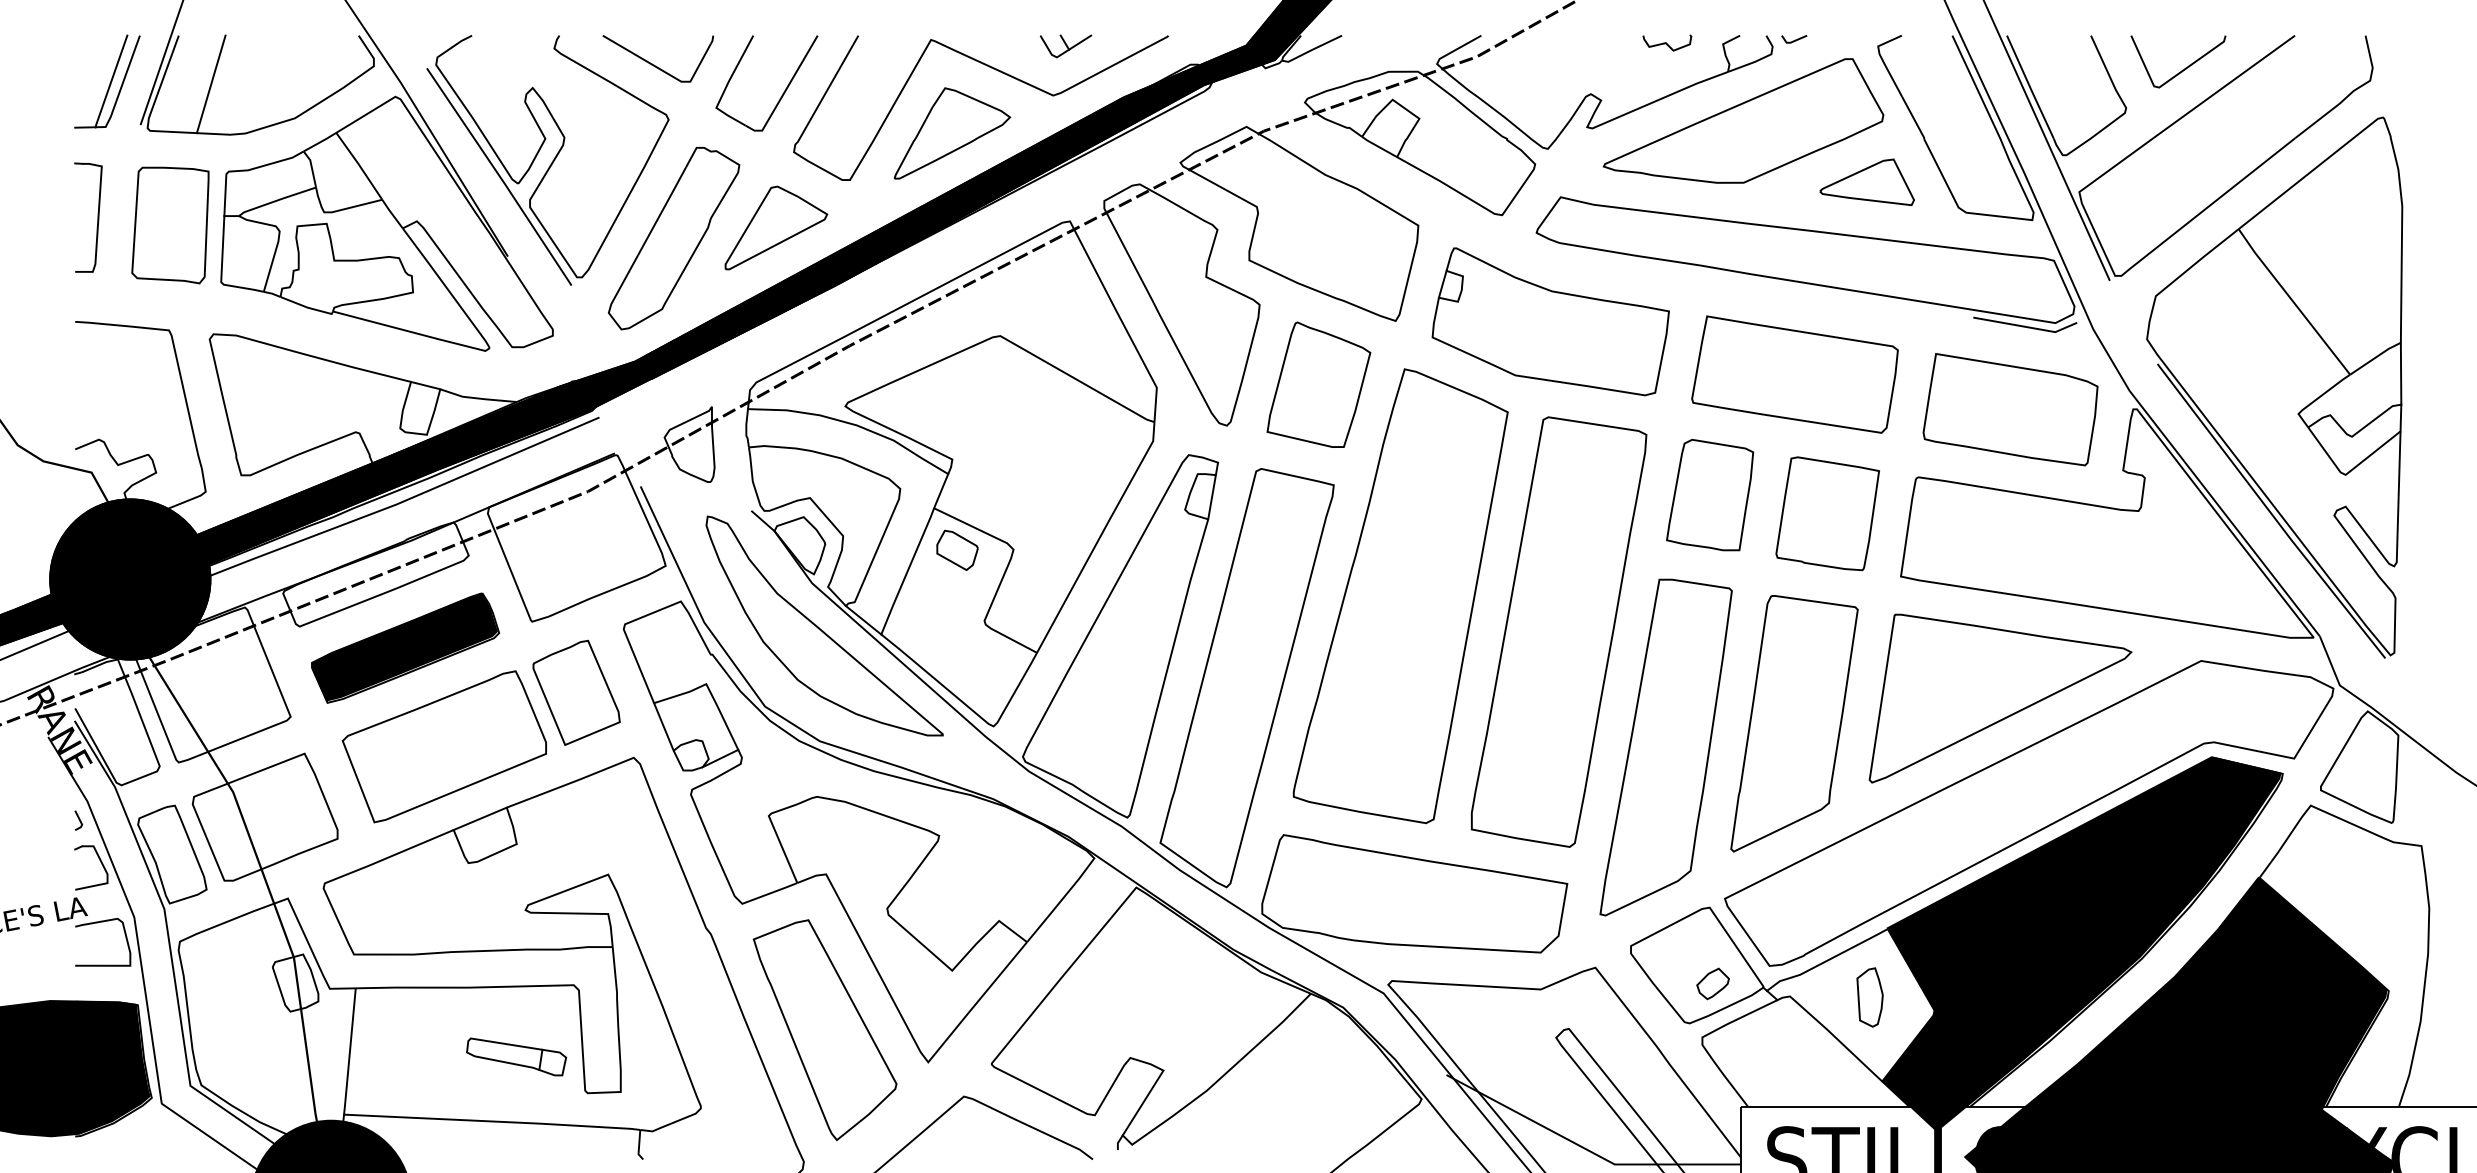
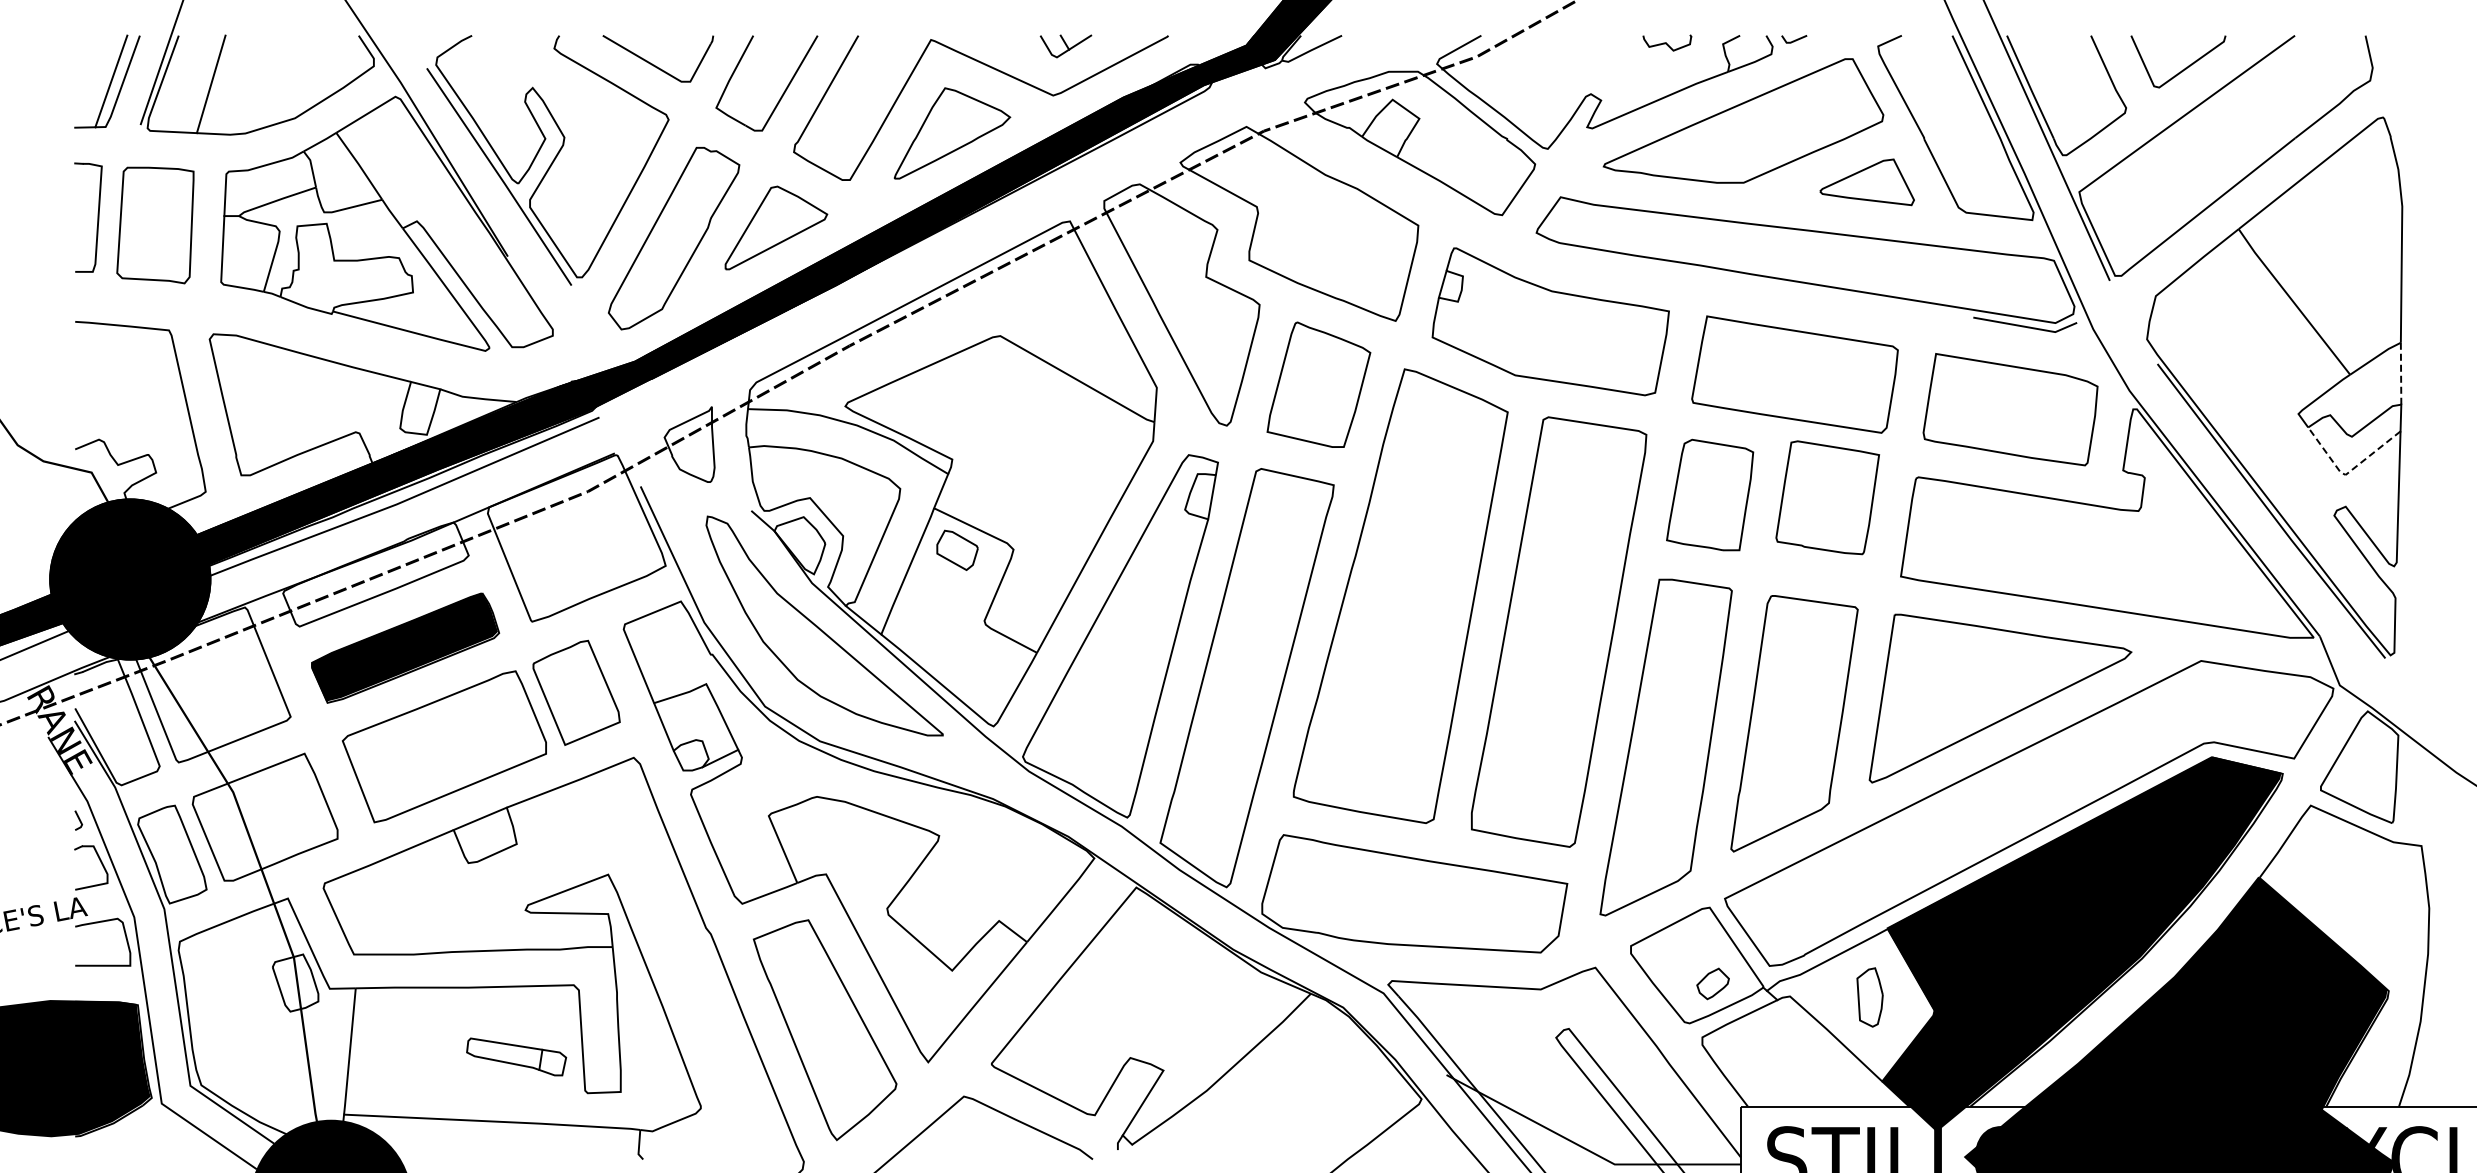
part at (170, 225) position: (170, 225) -> (155, 225)
line at (2401, 373): solid -> dashed
line at (2348, 473): solid -> dashed
part at (1827, 513) position: (1827, 513) -> (1827, 497)
